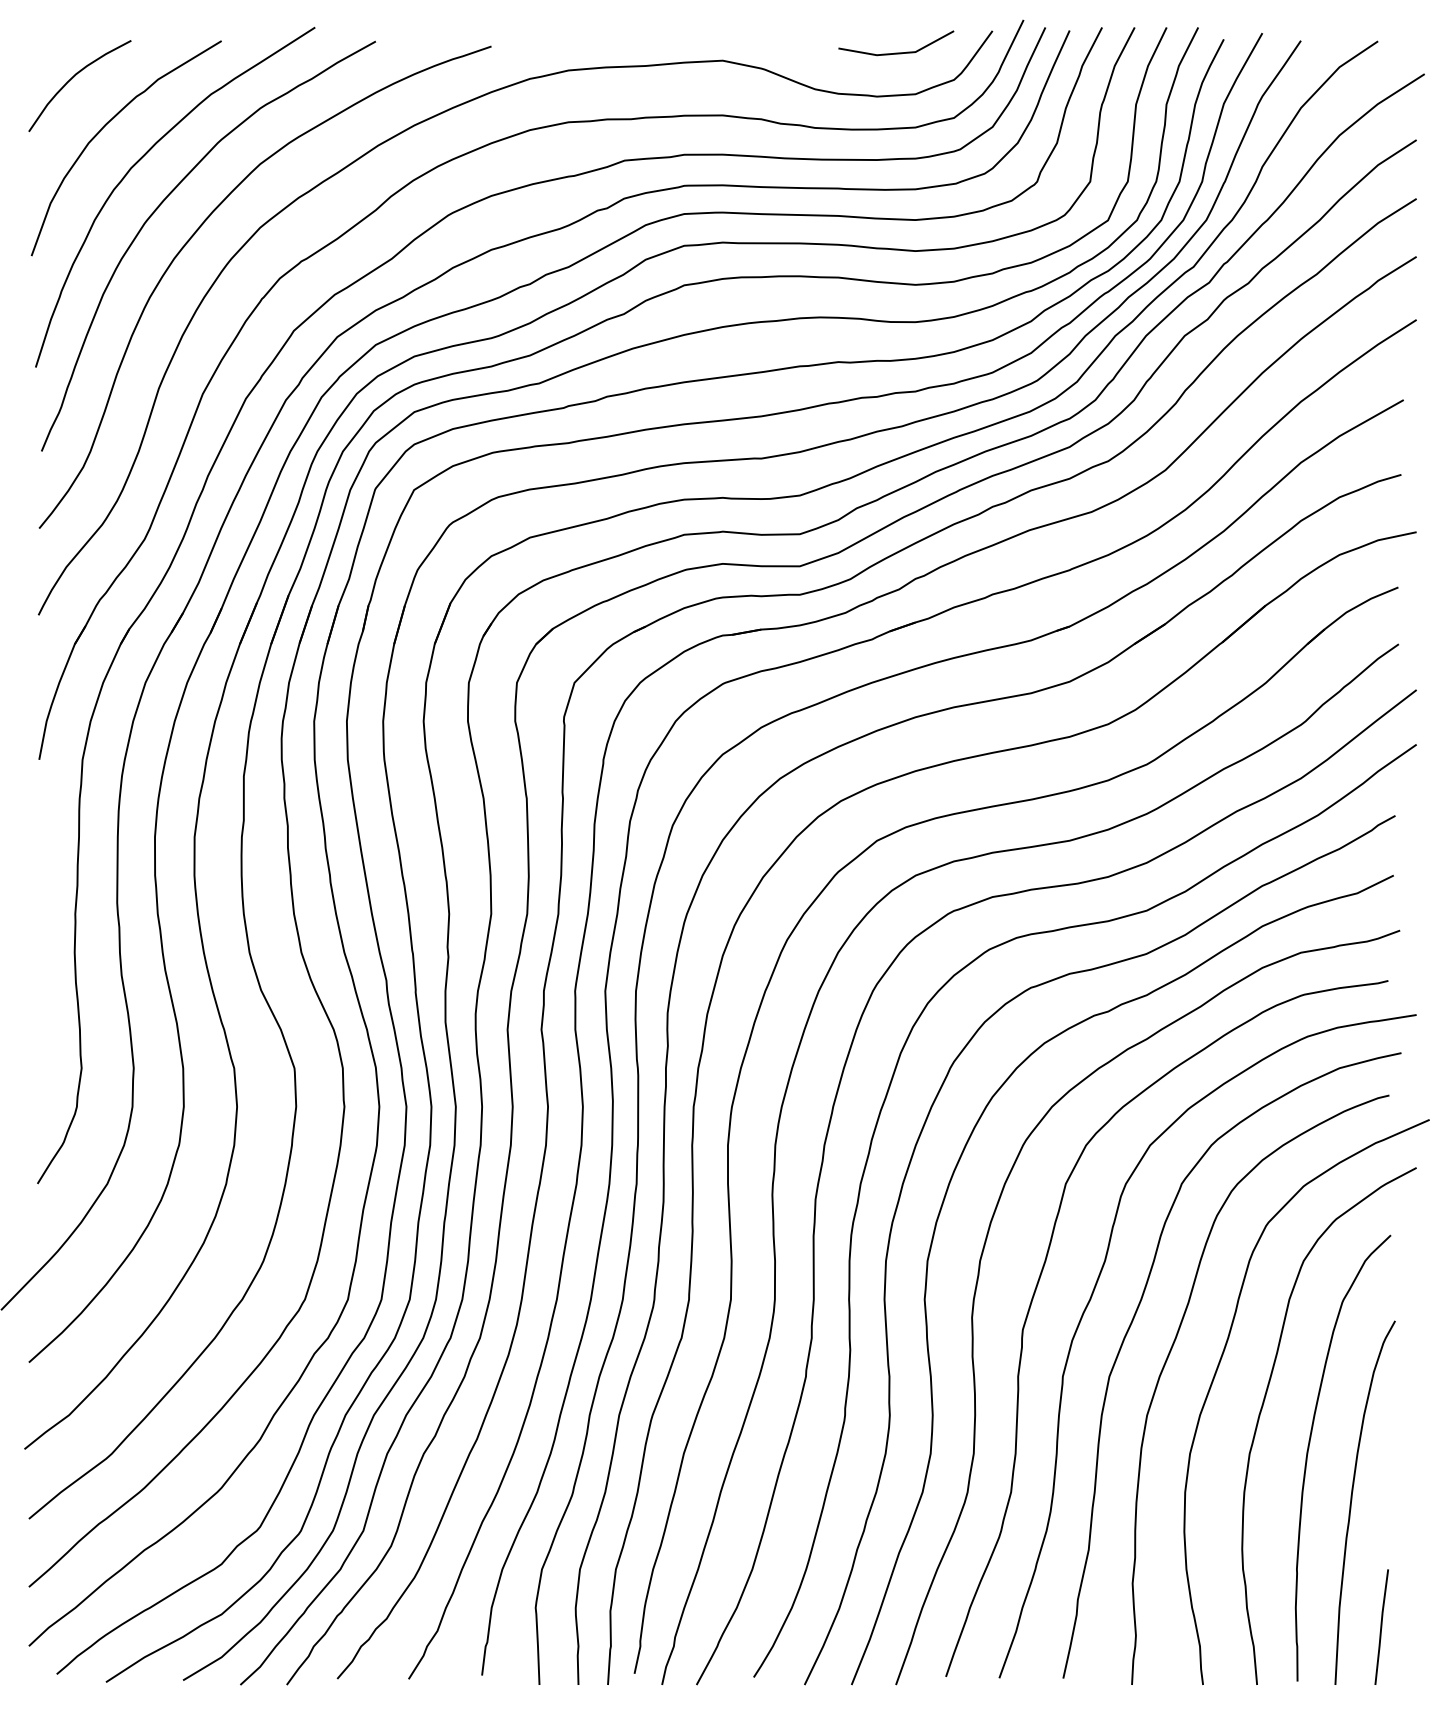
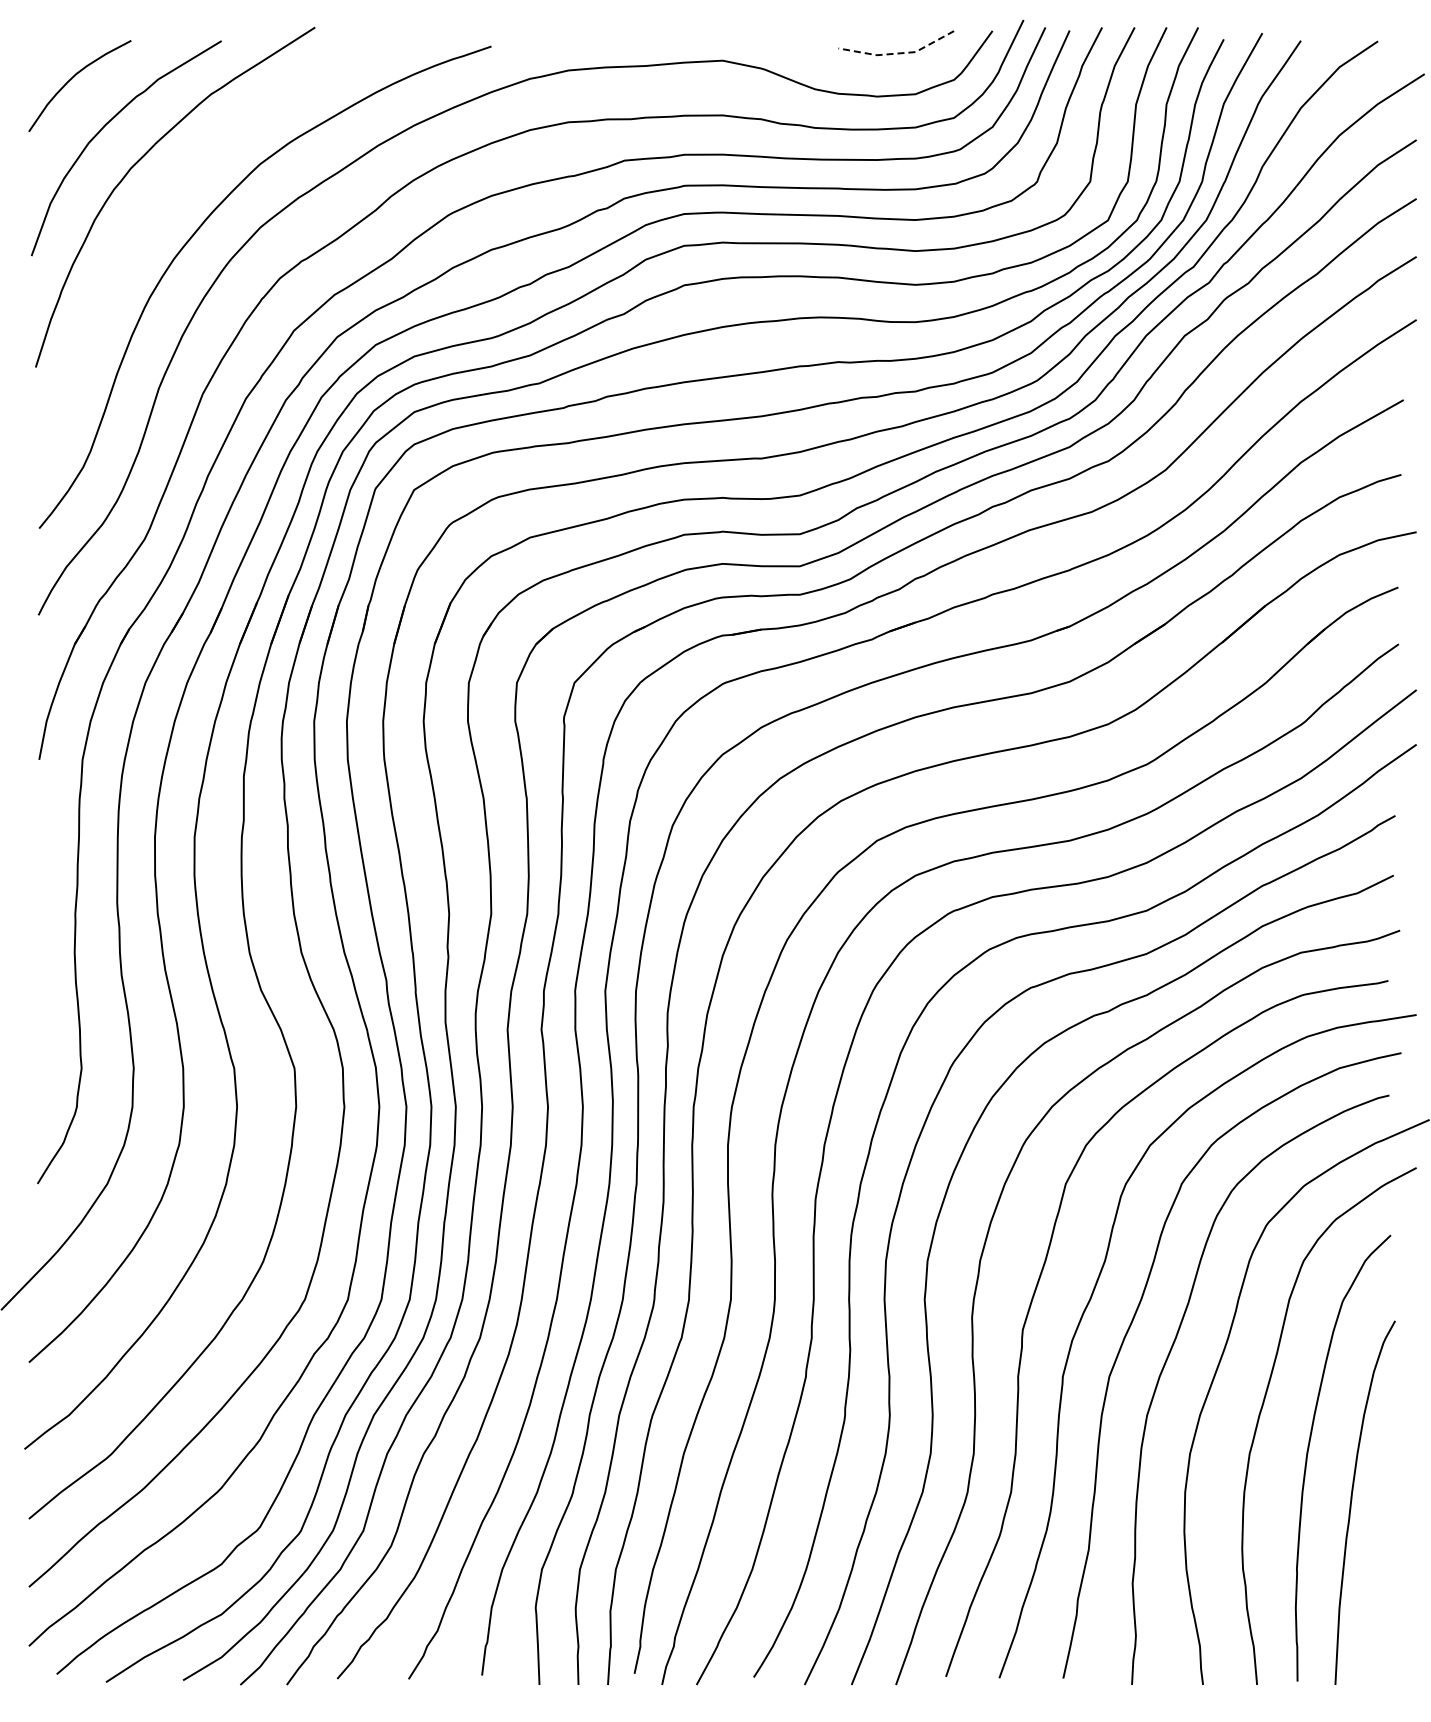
line at (897, 53): solid -> dashed
curve at (159, 207): present -> none
line at (1381, 1626): present -> none
